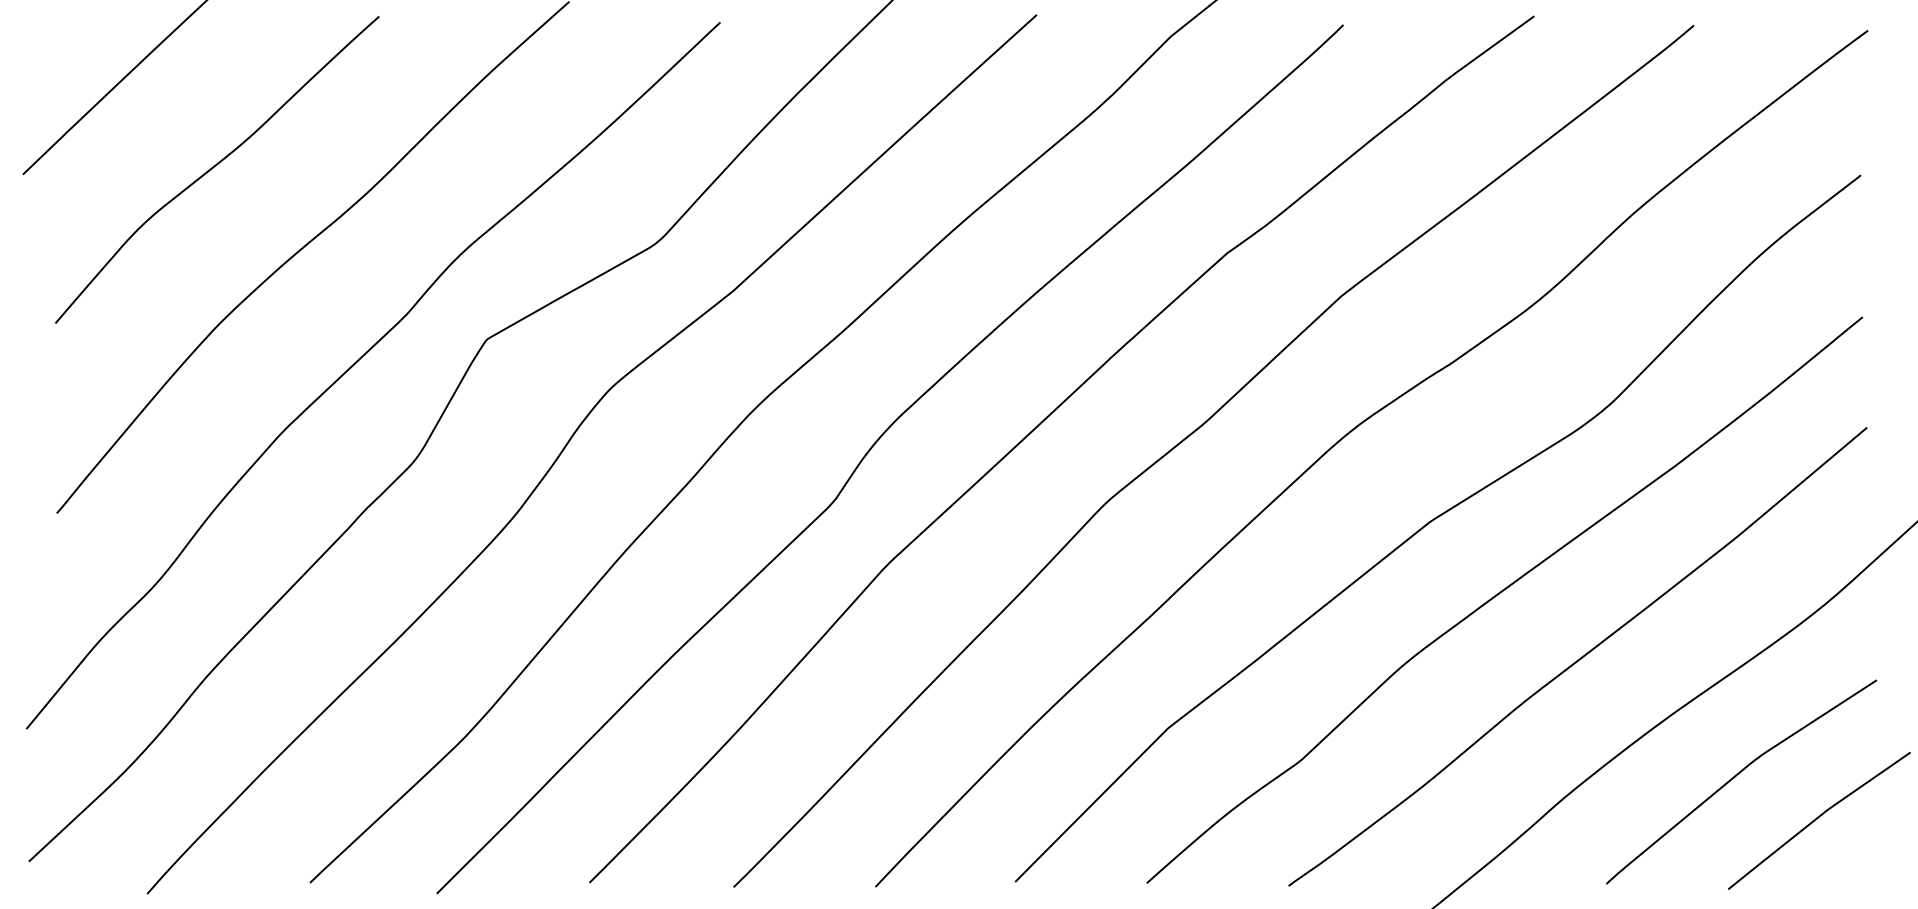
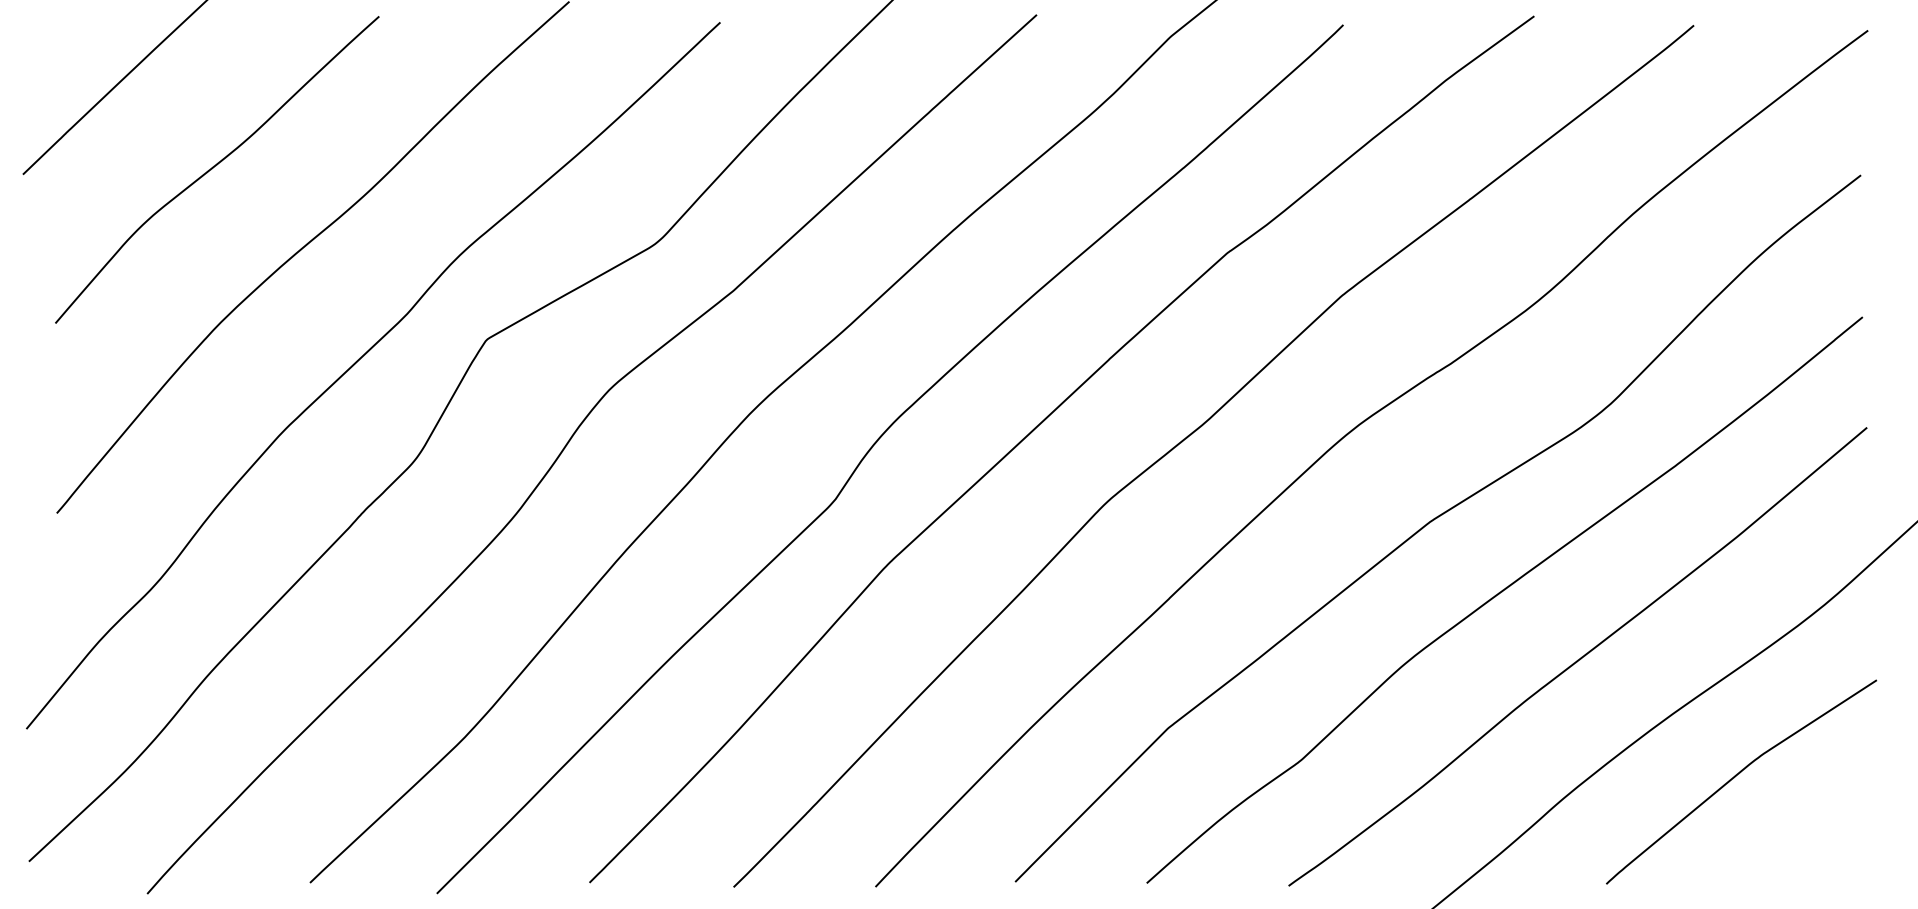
curve at (1818, 818): present -> none
